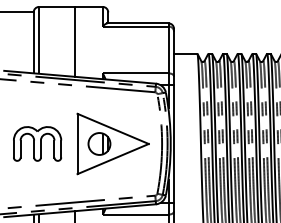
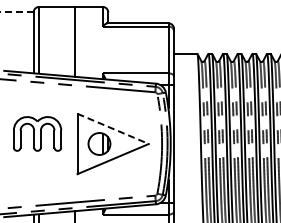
line at (16, 12): solid -> dashed
line at (113, 128): solid -> dashed
part at (37, 143) position: (37, 143) -> (37, 133)
